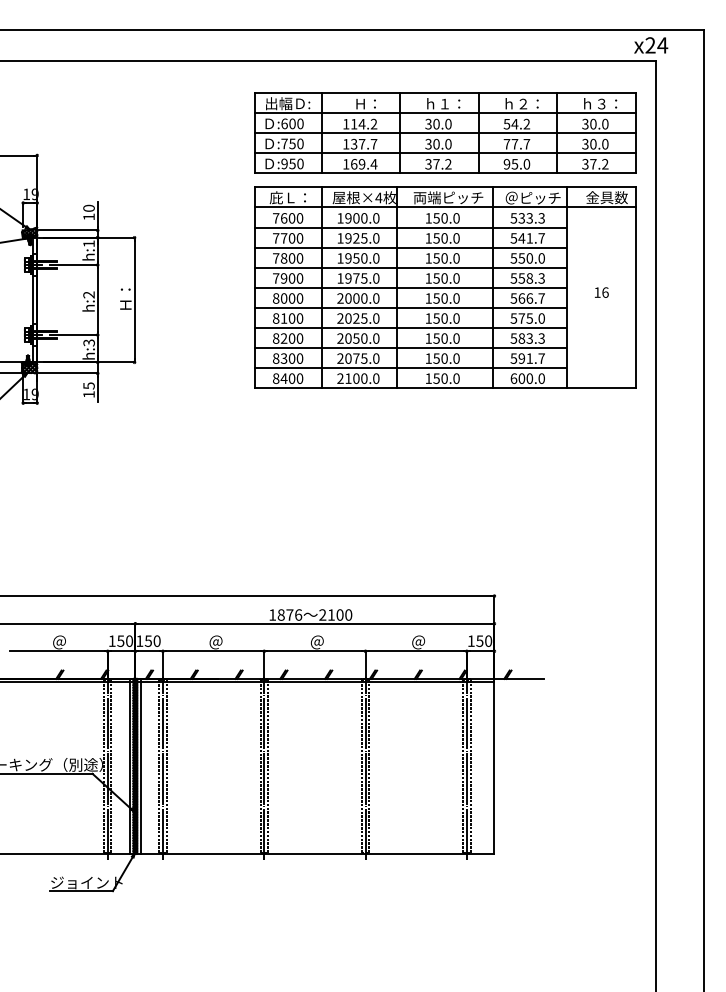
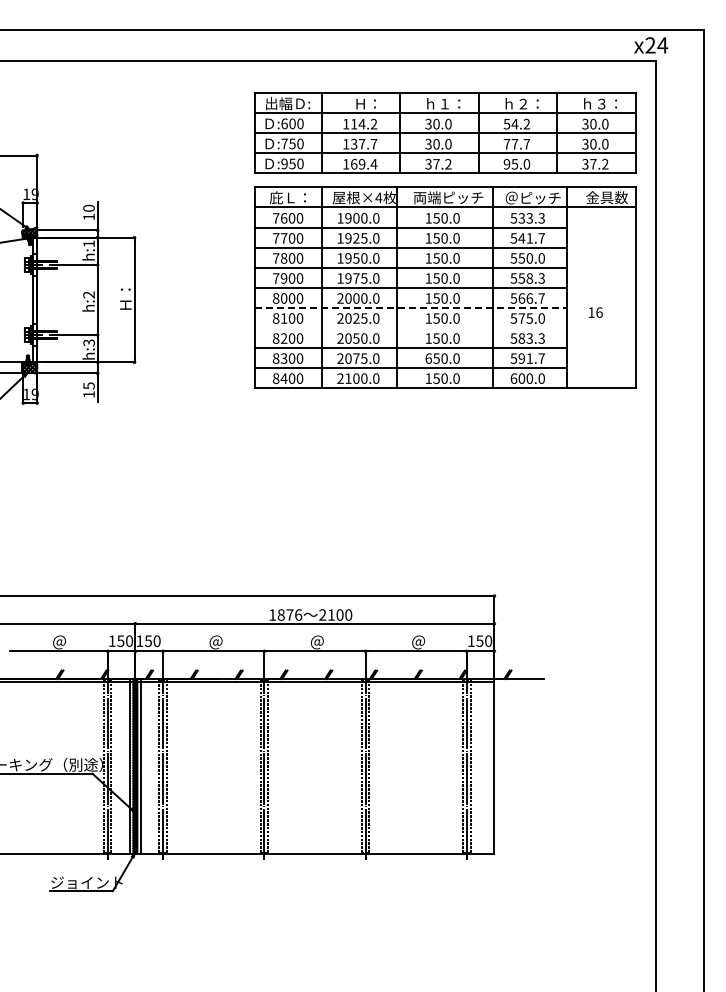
text at (601, 292) position: (601, 292) -> (595, 312)
line at (410, 307): solid -> dashed
line at (410, 327): present -> none
text at (428, 358): 150.0 -> 650.0
